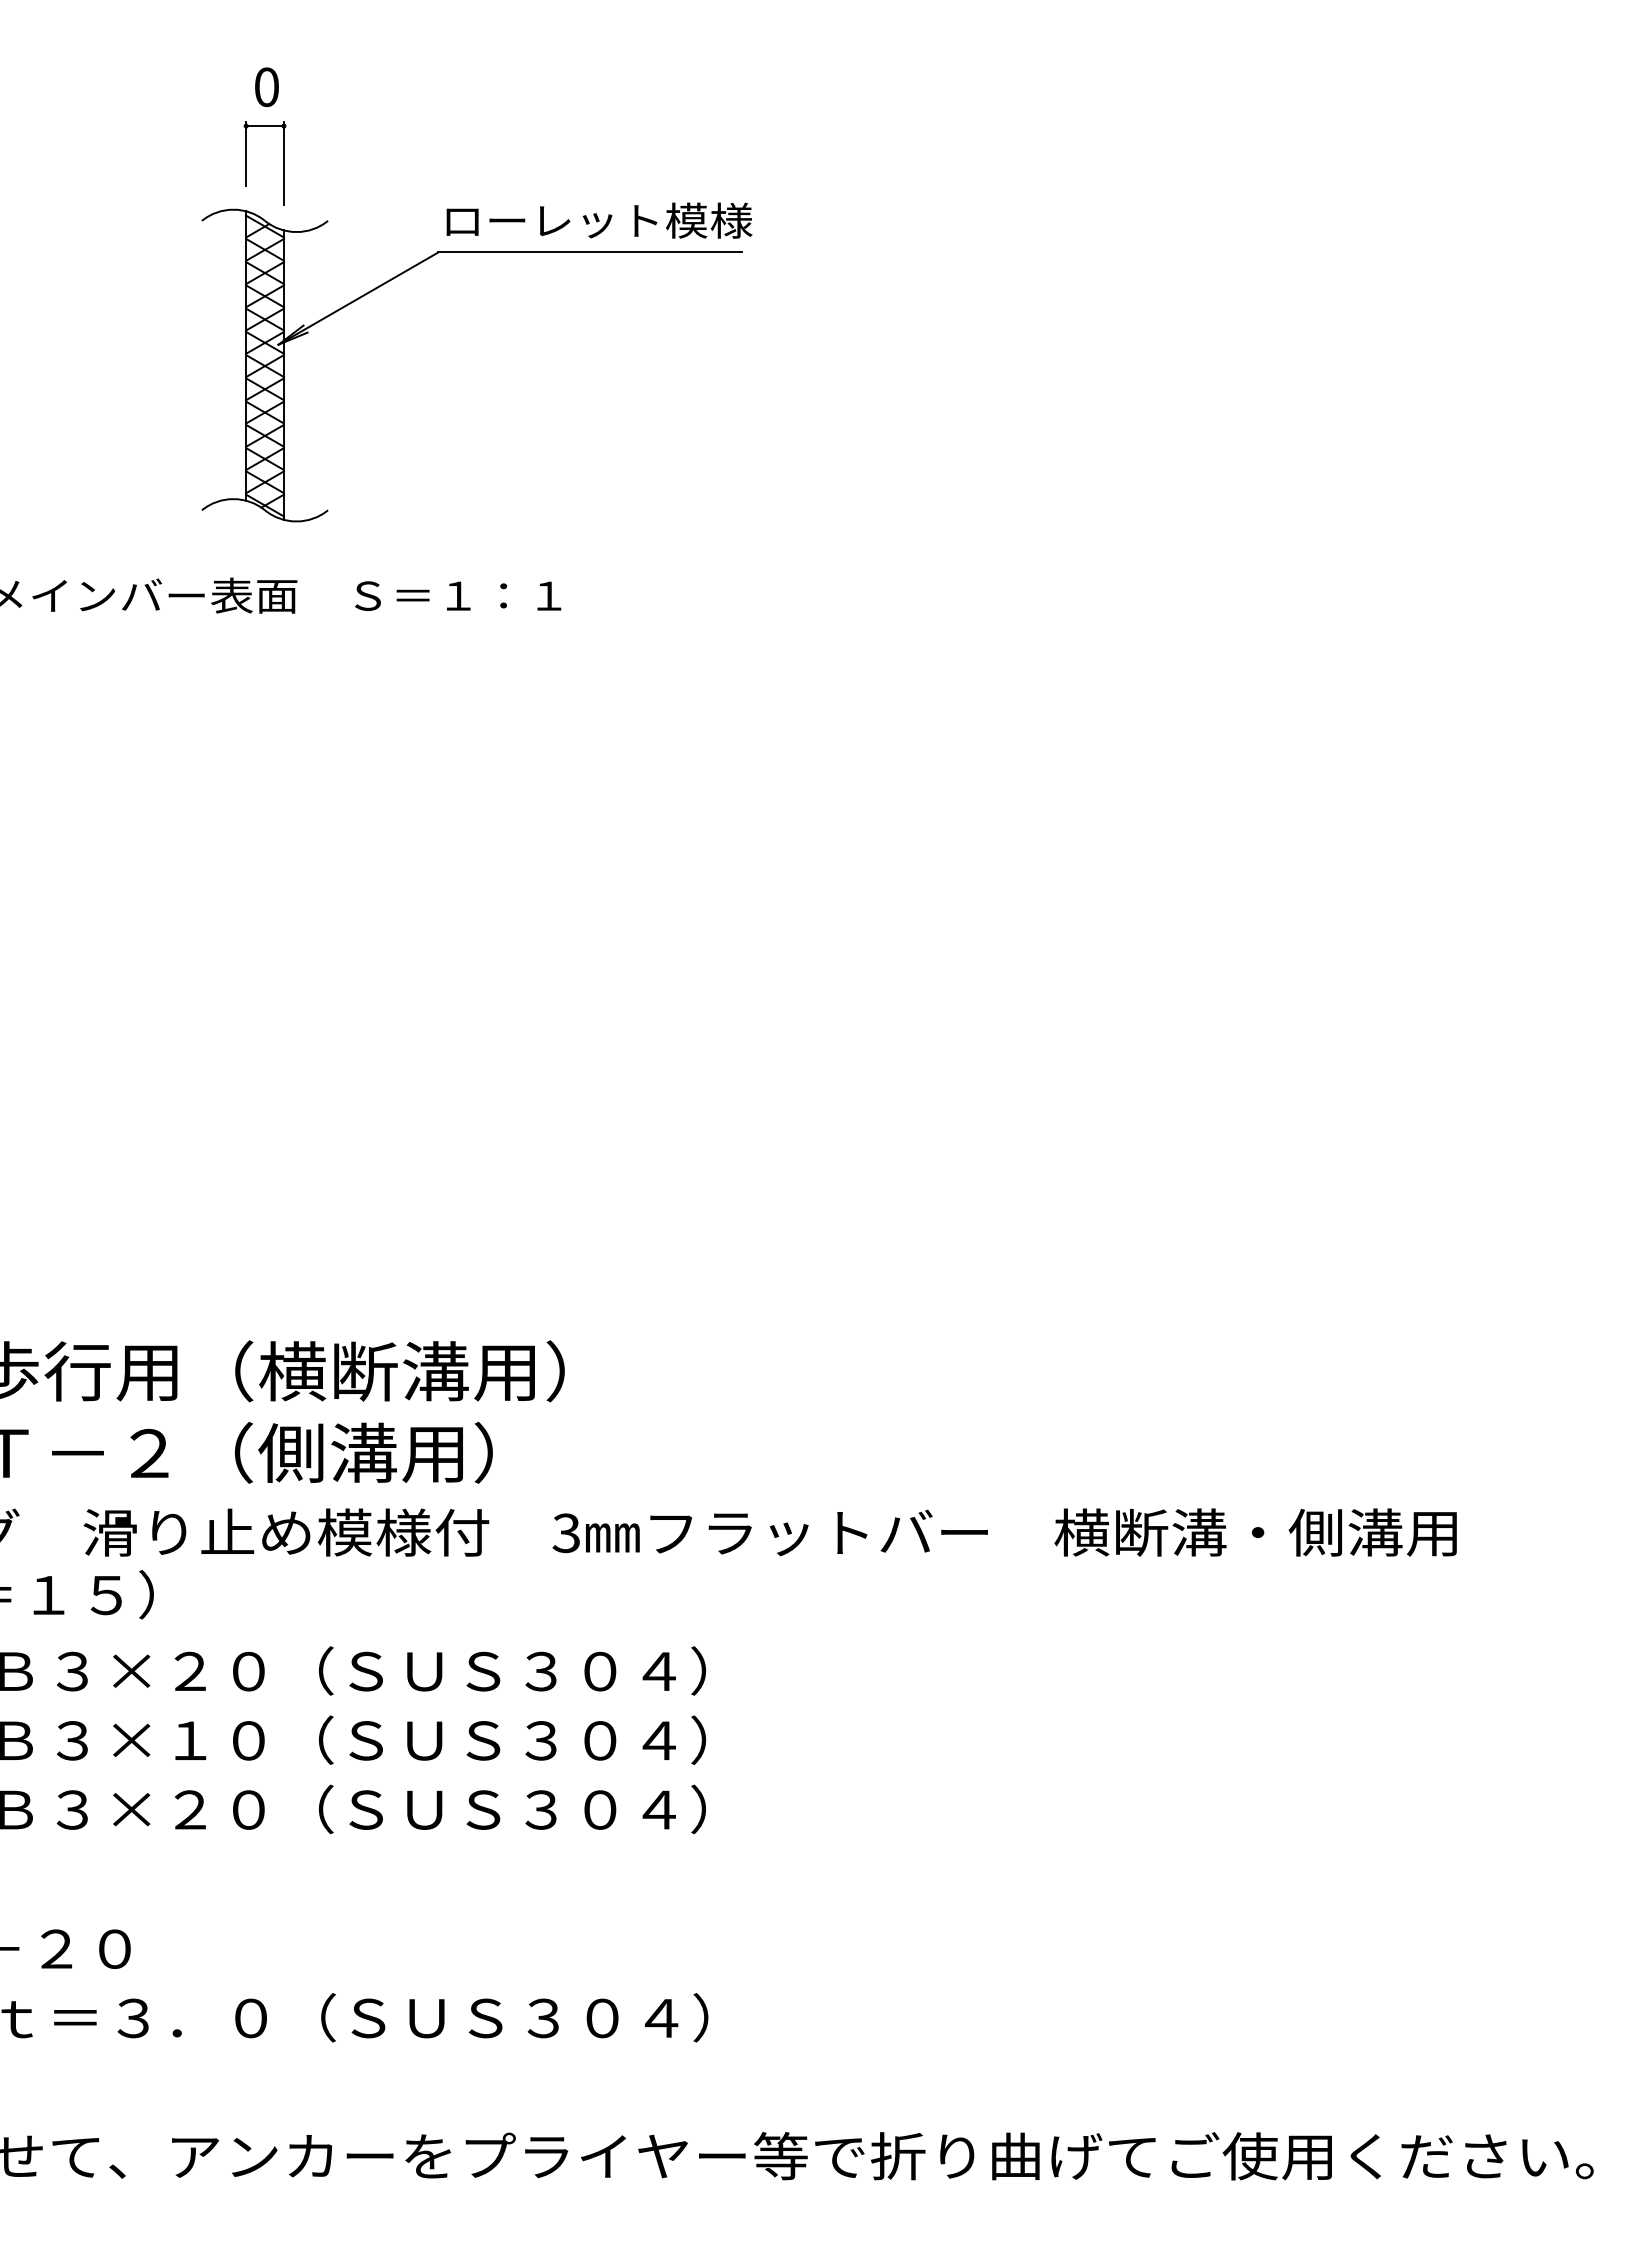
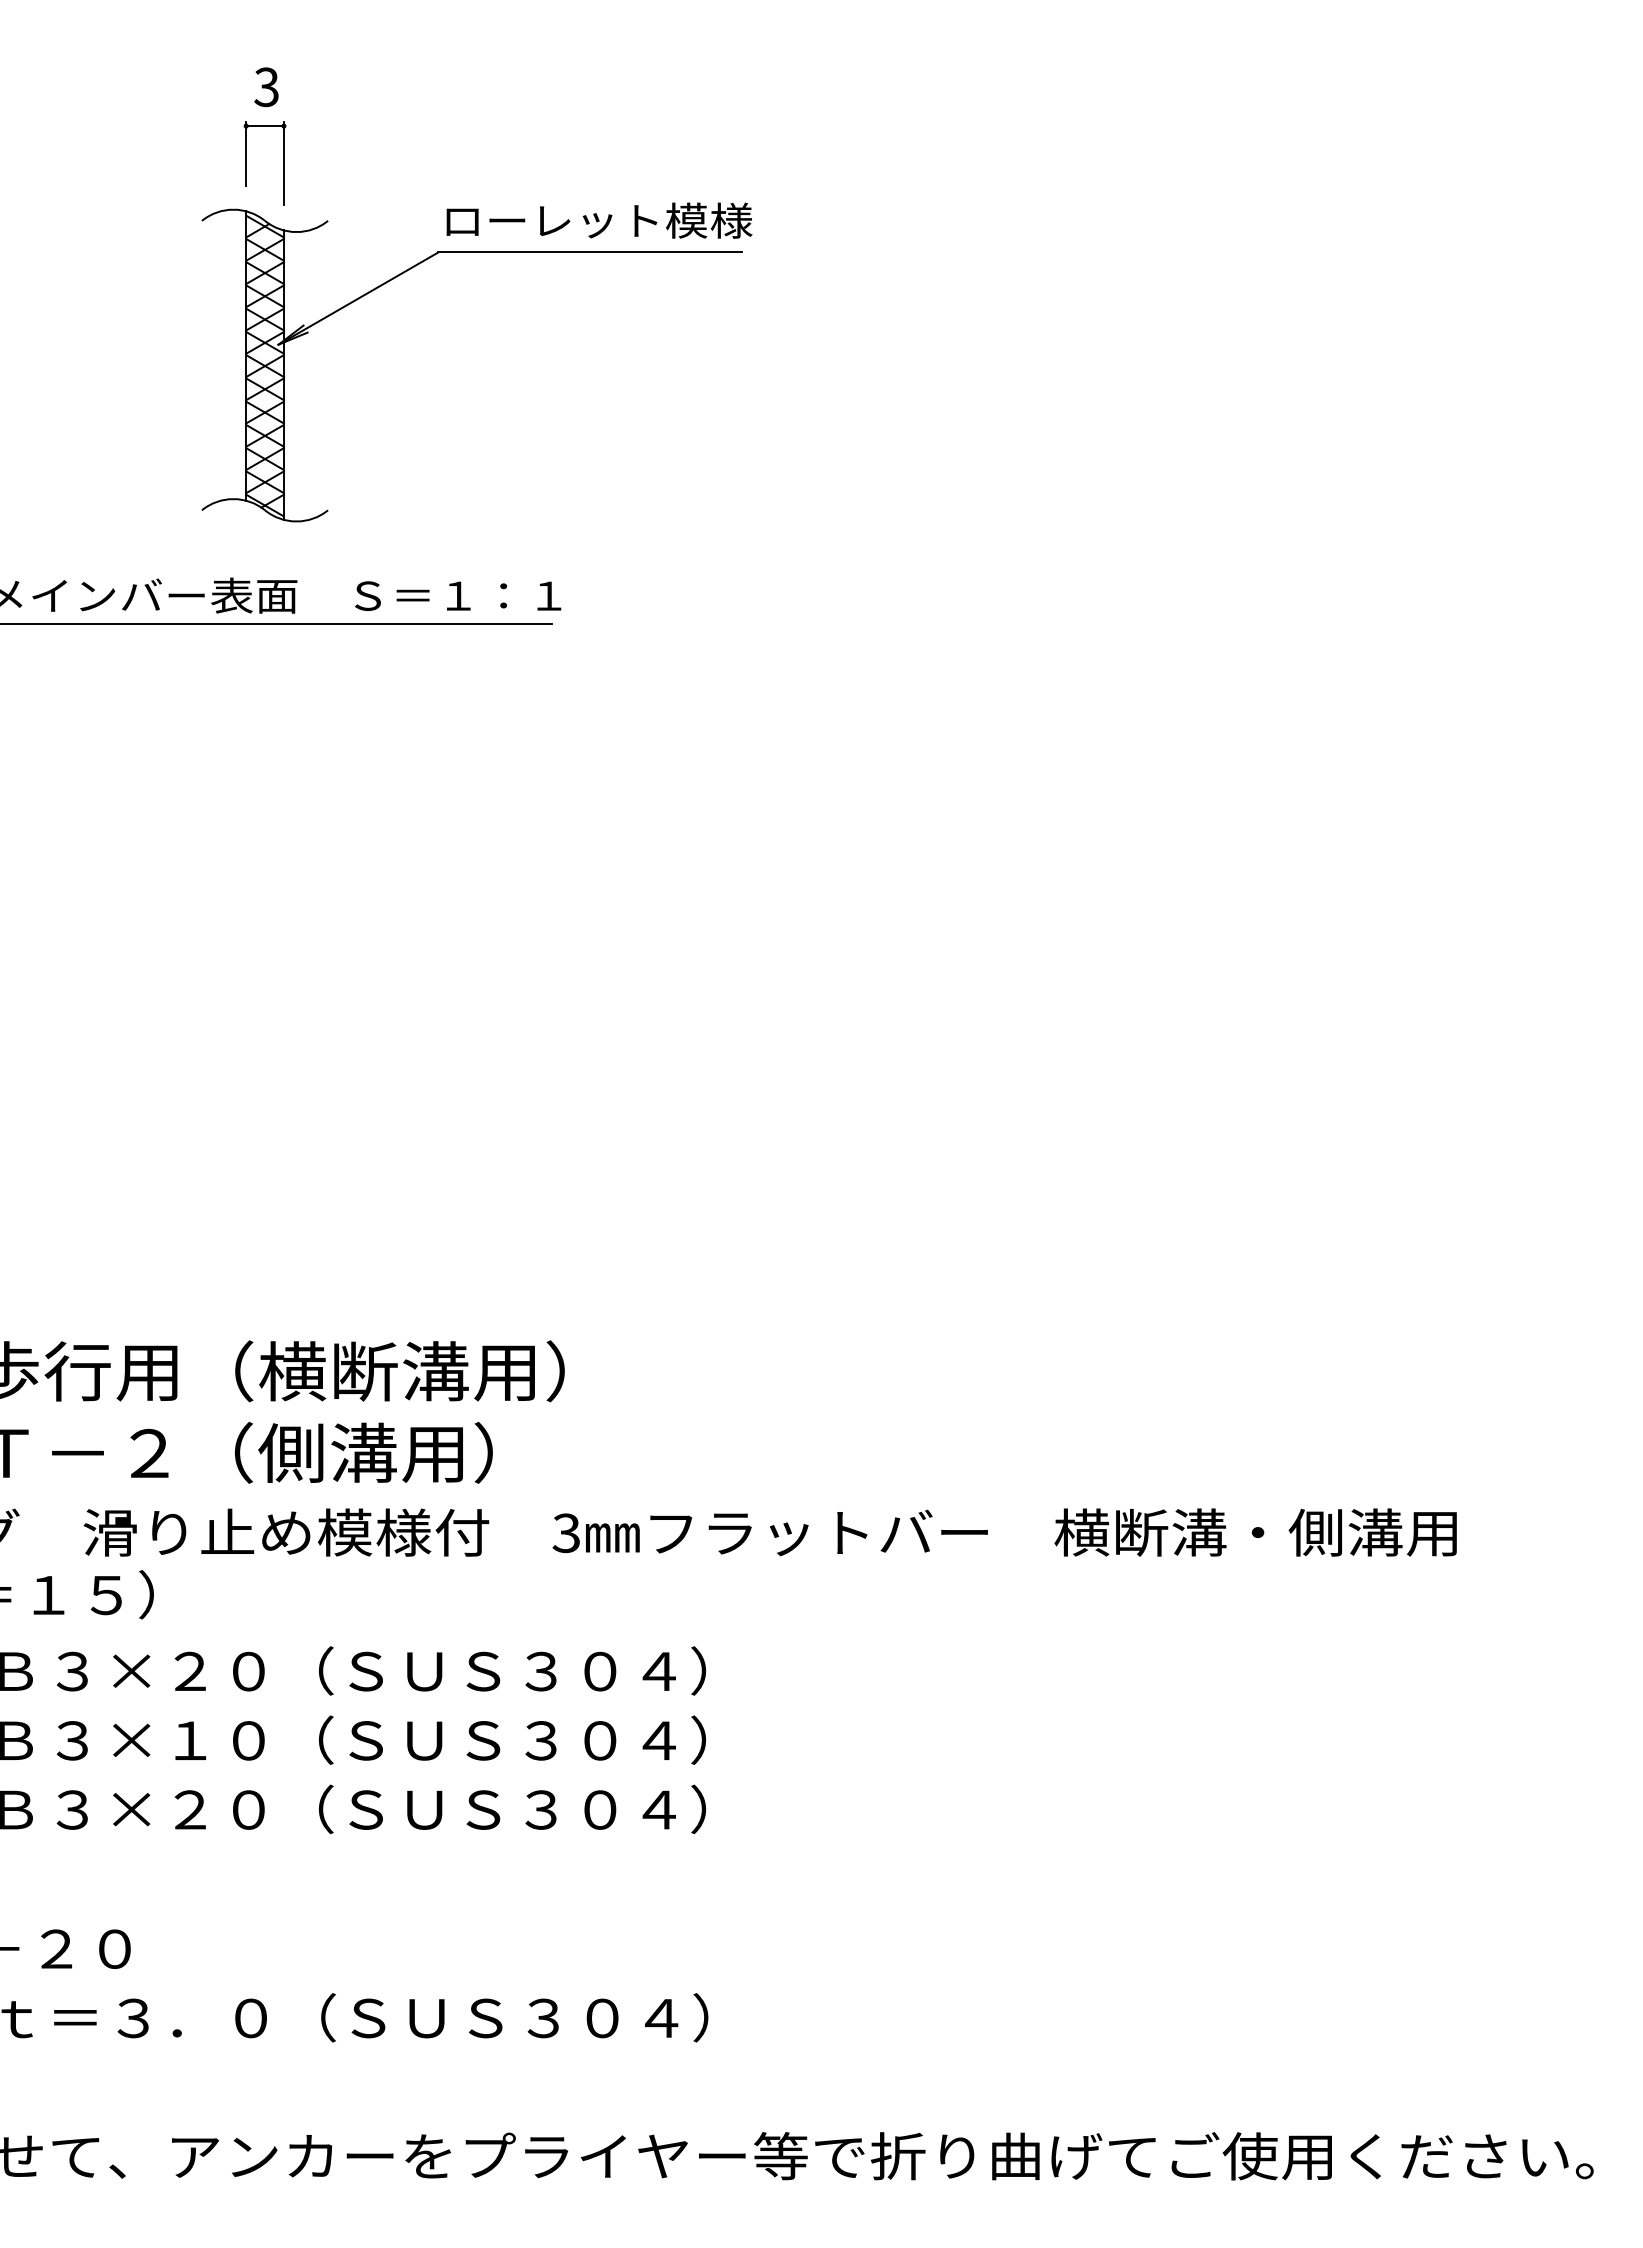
text at (266, 87): 0 -> 3
line at (276, 624): none -> present
